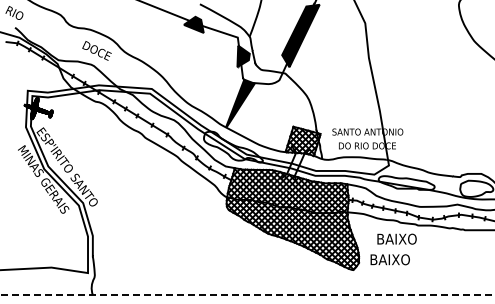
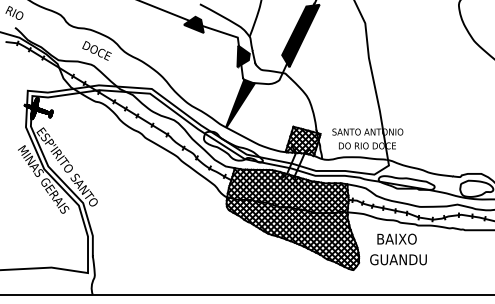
text at (398, 259): BAIXO -> GUANDU
line at (247, 295): dashed -> solid
